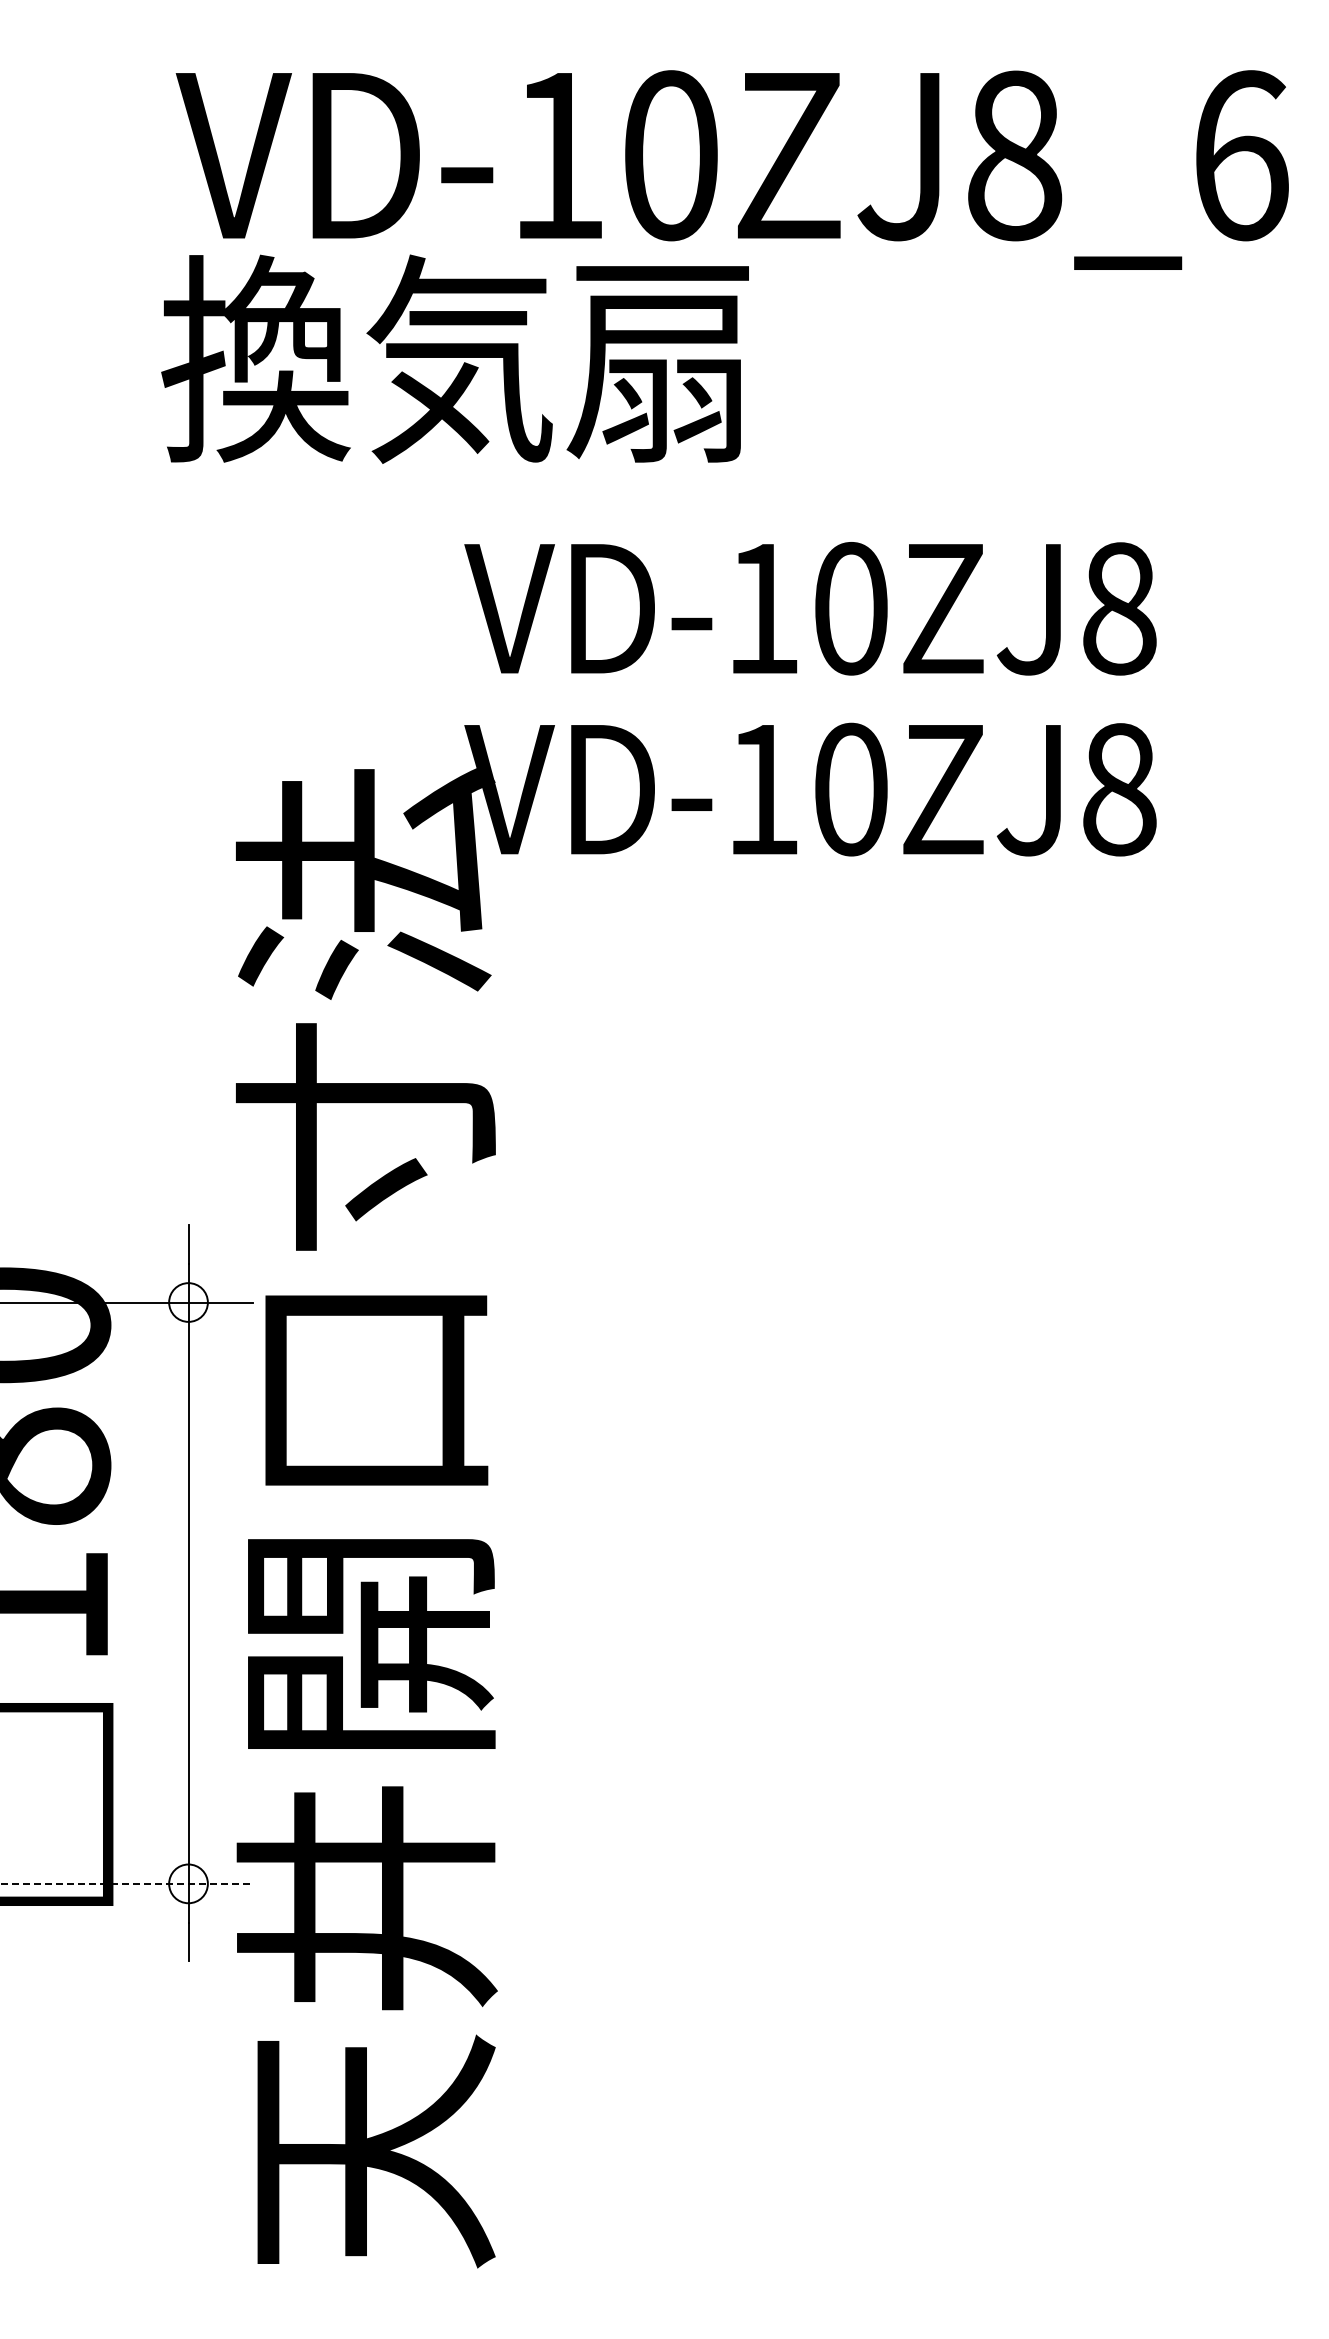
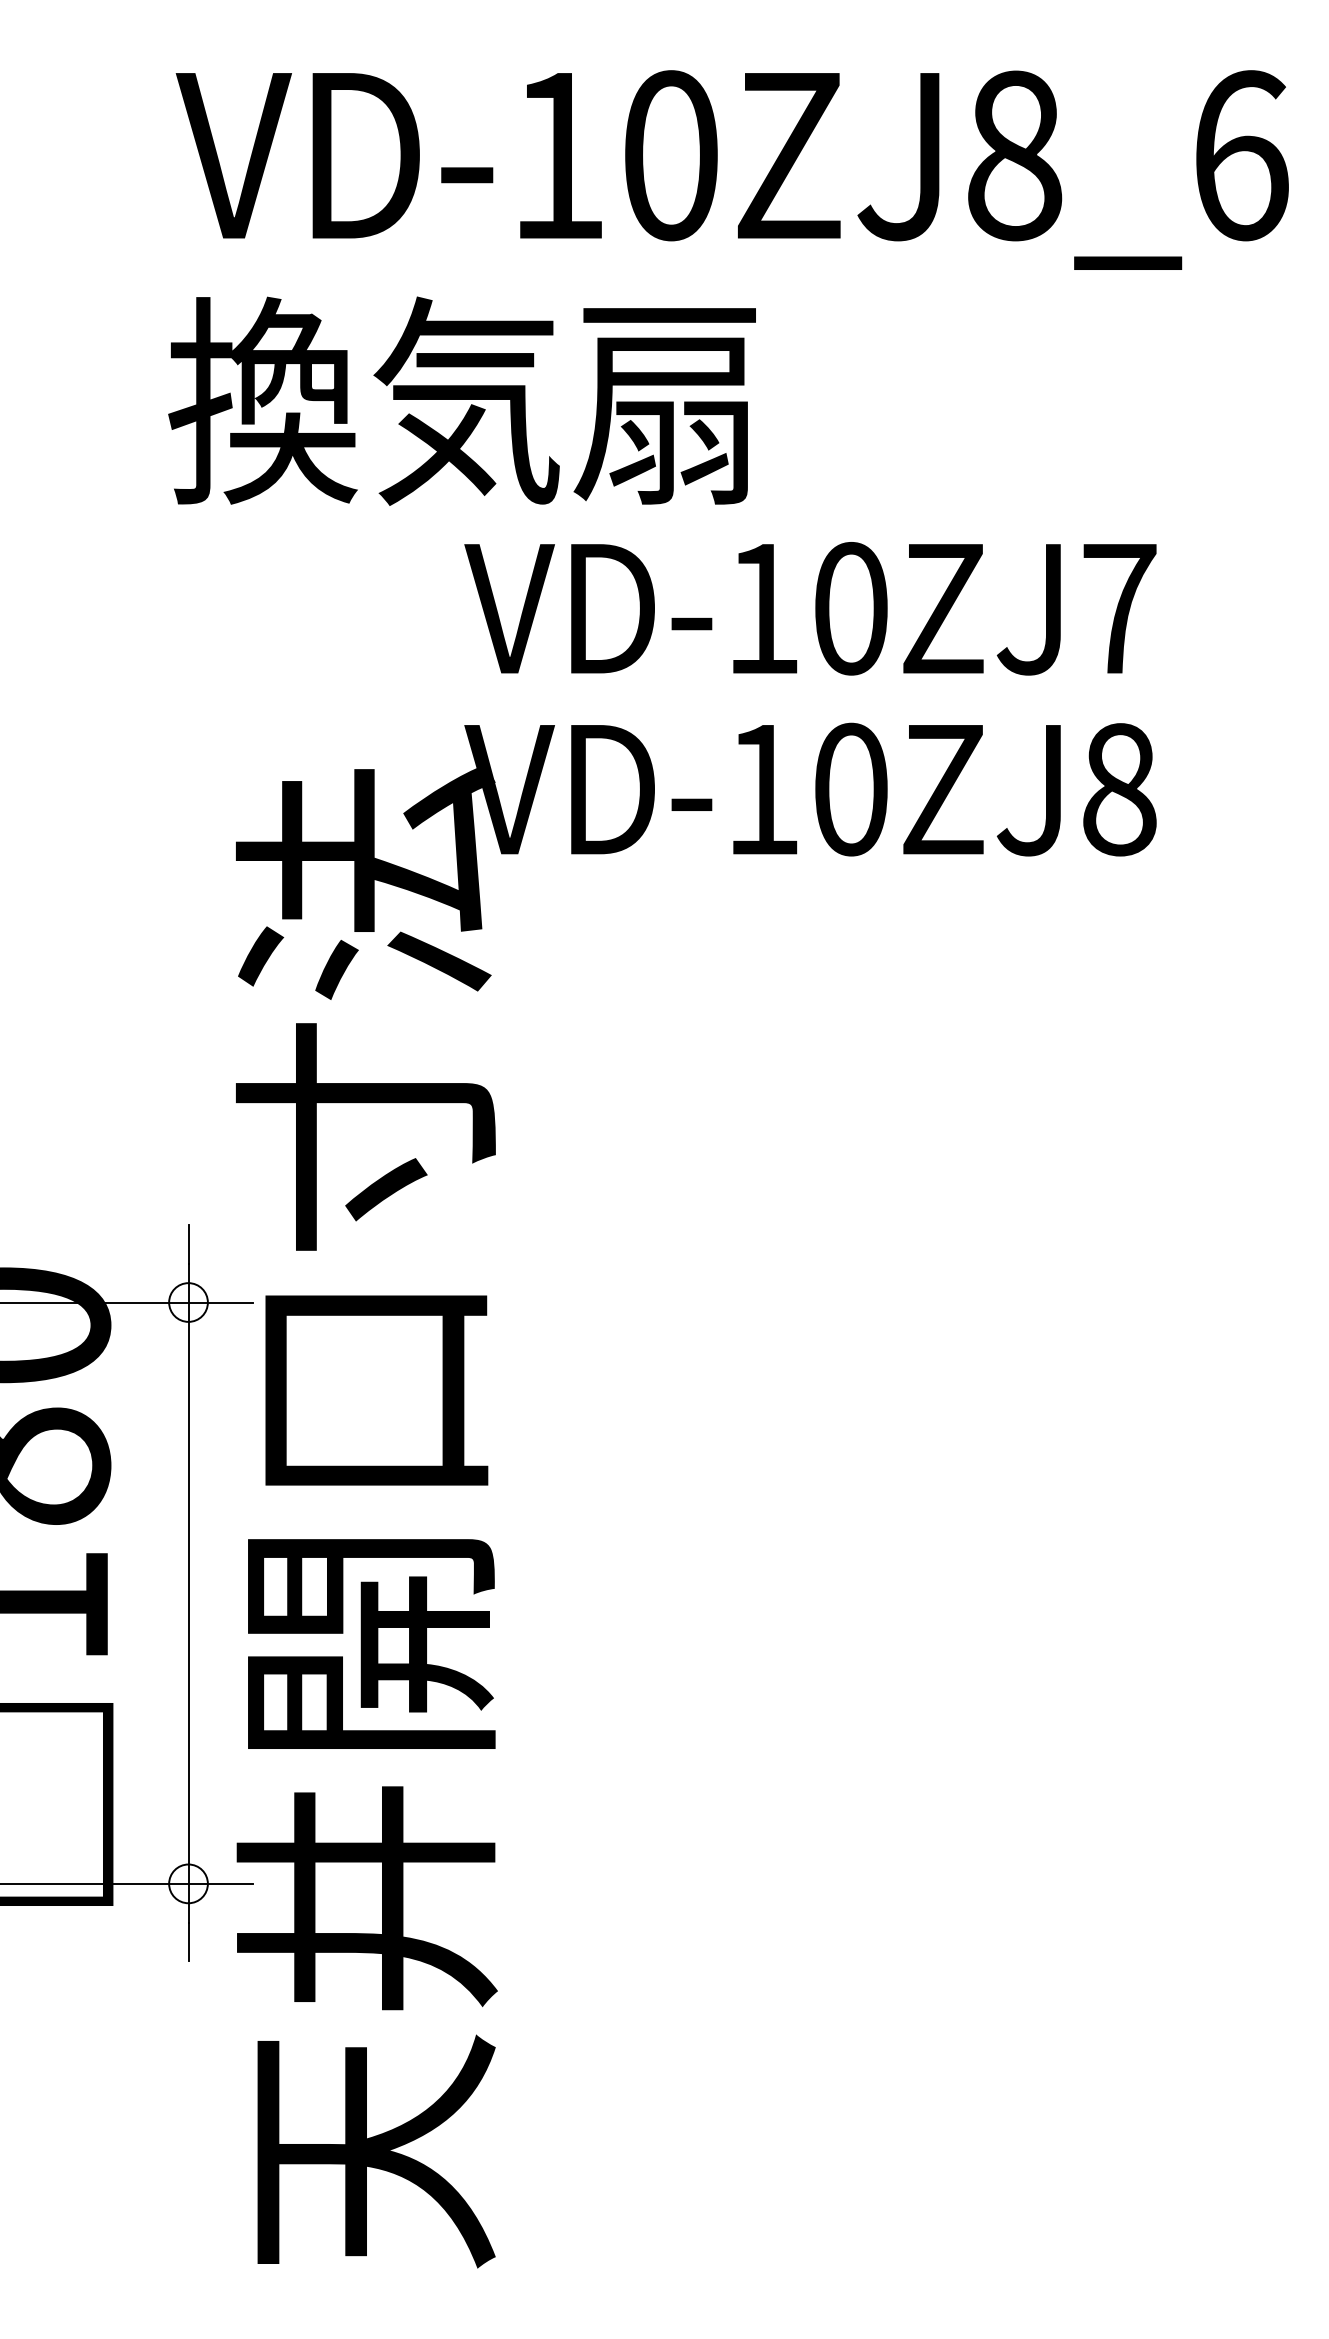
text at (454, 358) position: (454, 358) -> (461, 400)
text at (1119, 608): VD-10ZJ8 -> VD-10ZJ7
line at (127, 1883): dashed -> solid
